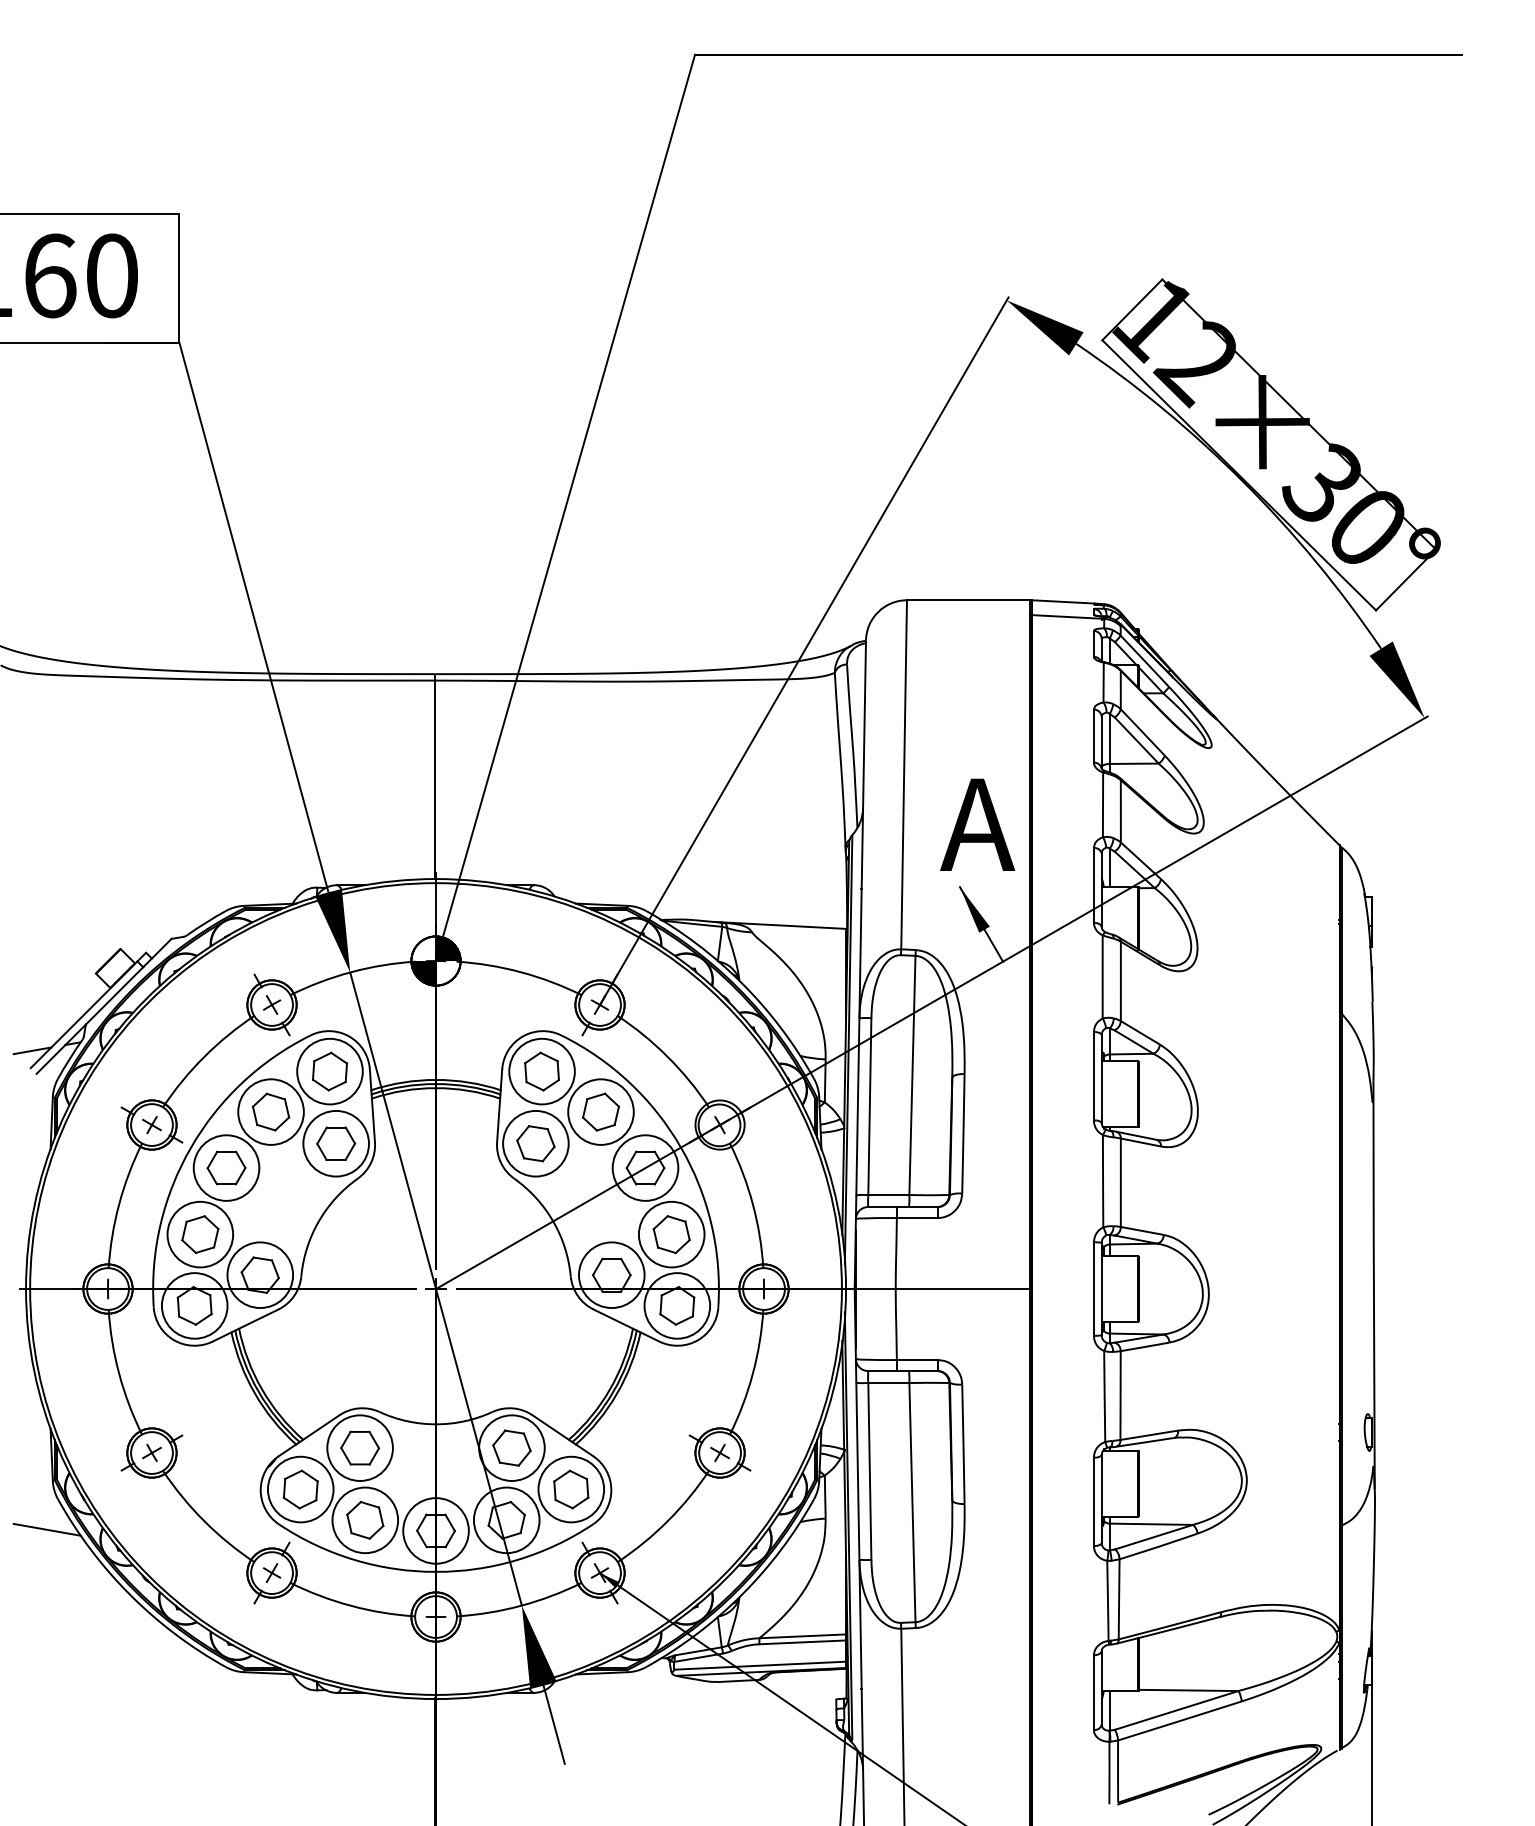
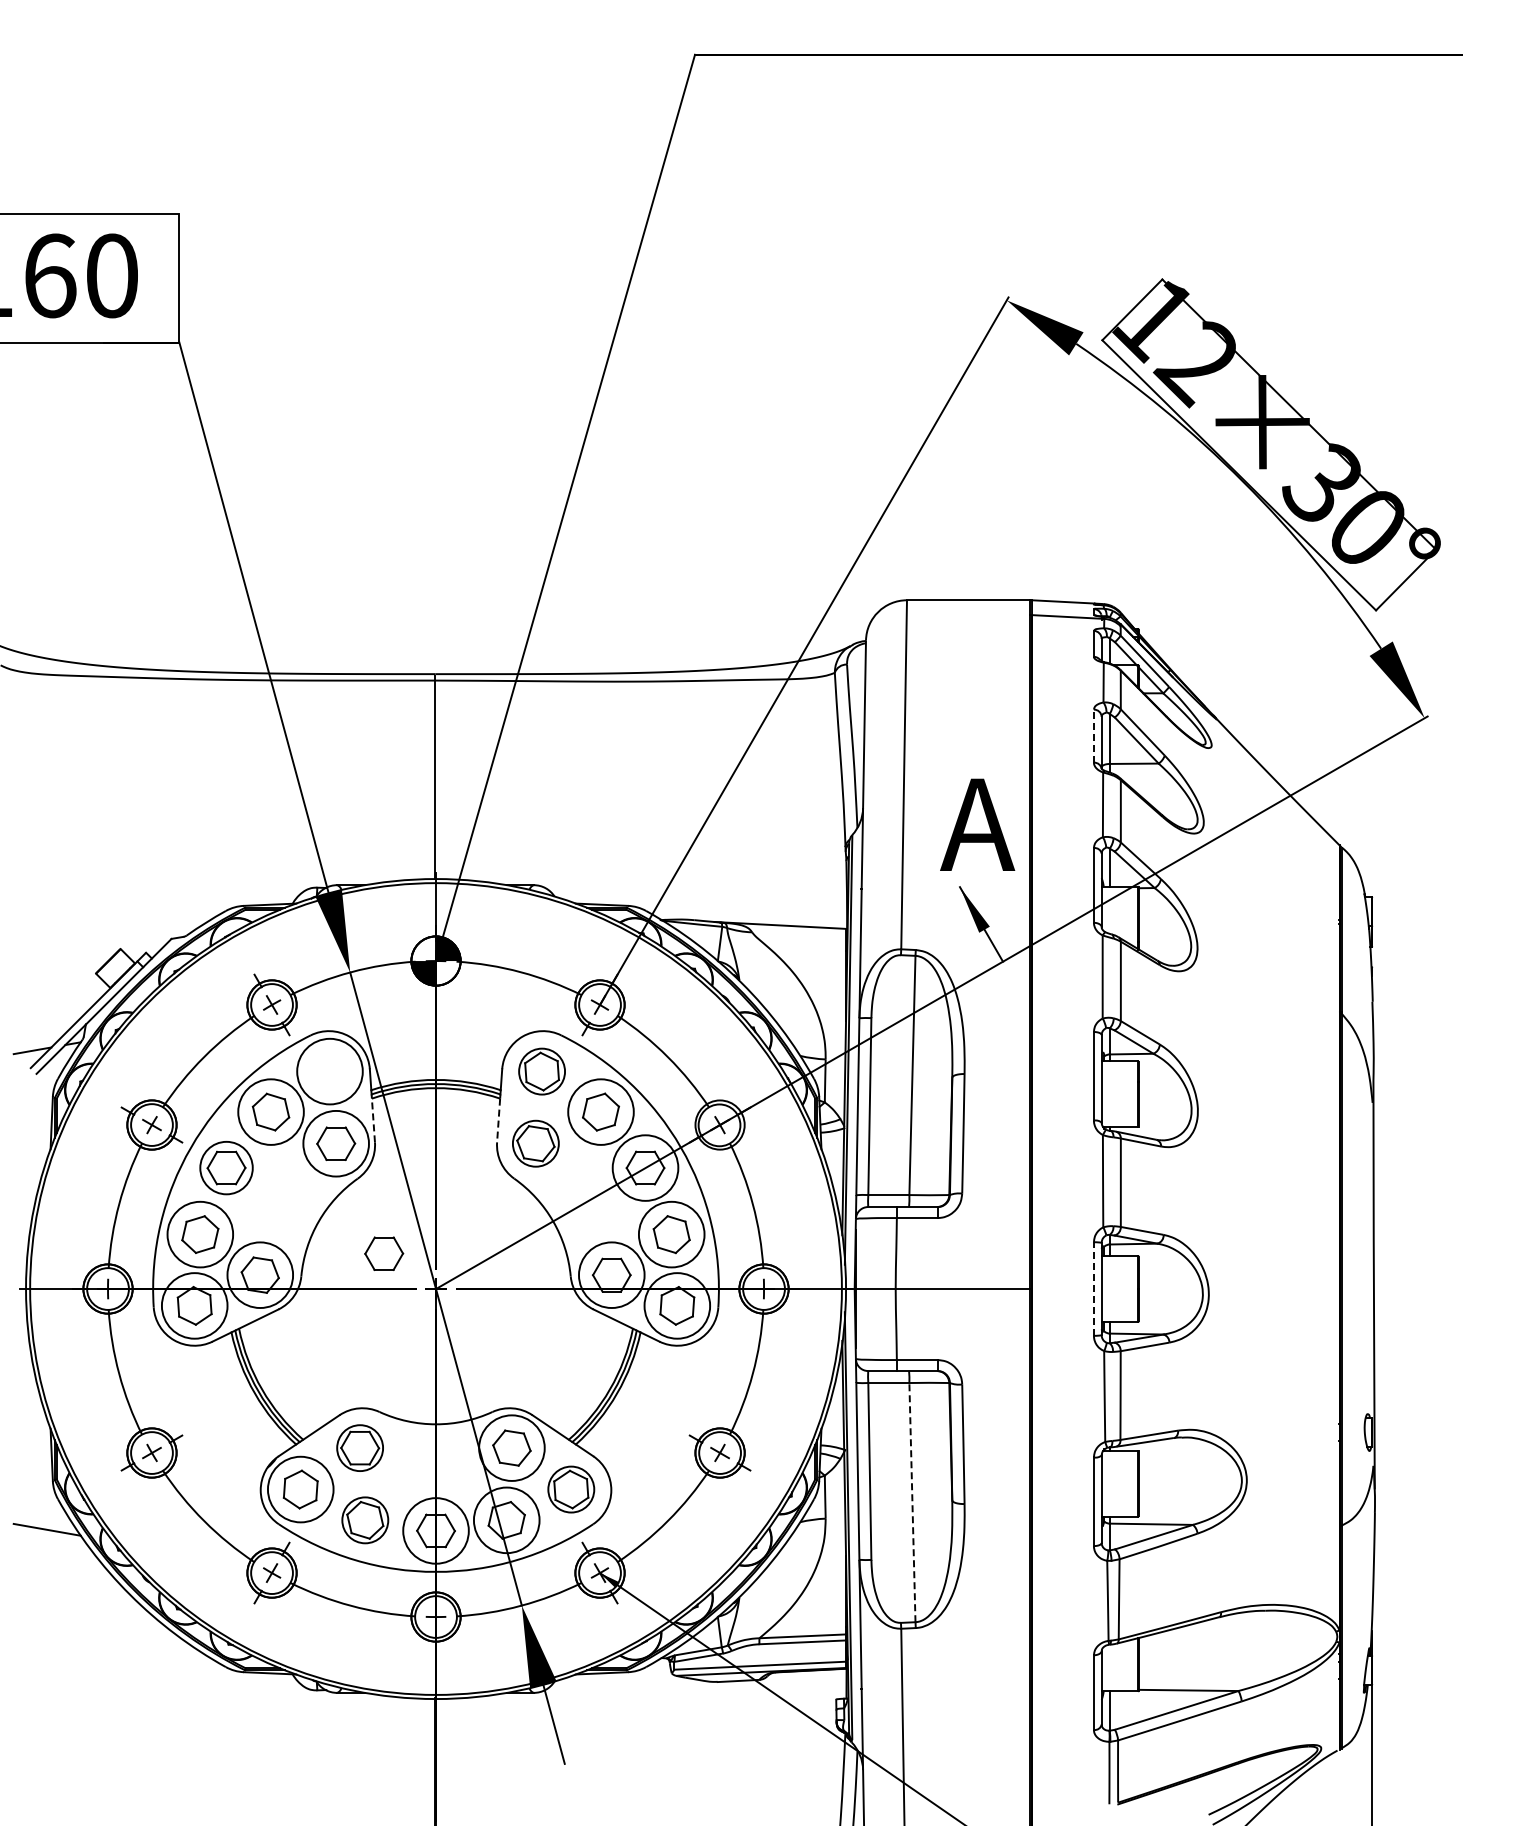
line at (1093, 736): solid -> dashed
part at (330, 1071): present -> none
circle at (541, 1071) diameter: 66 px -> 46 px
line at (373, 1120): solid -> dashed
line at (498, 1120): solid -> dashed
circle at (535, 1143) diameter: 66 px -> 46 px
circle at (226, 1167) diameter: 66 px -> 52 px
part at (384, 1253): none -> present
line at (1093, 1289): solid -> dashed
circle at (359, 1447) diameter: 66 px -> 46 px
circle at (571, 1489) diameter: 66 px -> 46 px
line at (912, 1502): solid -> dashed
circle at (365, 1520) diameter: 66 px -> 46 px
